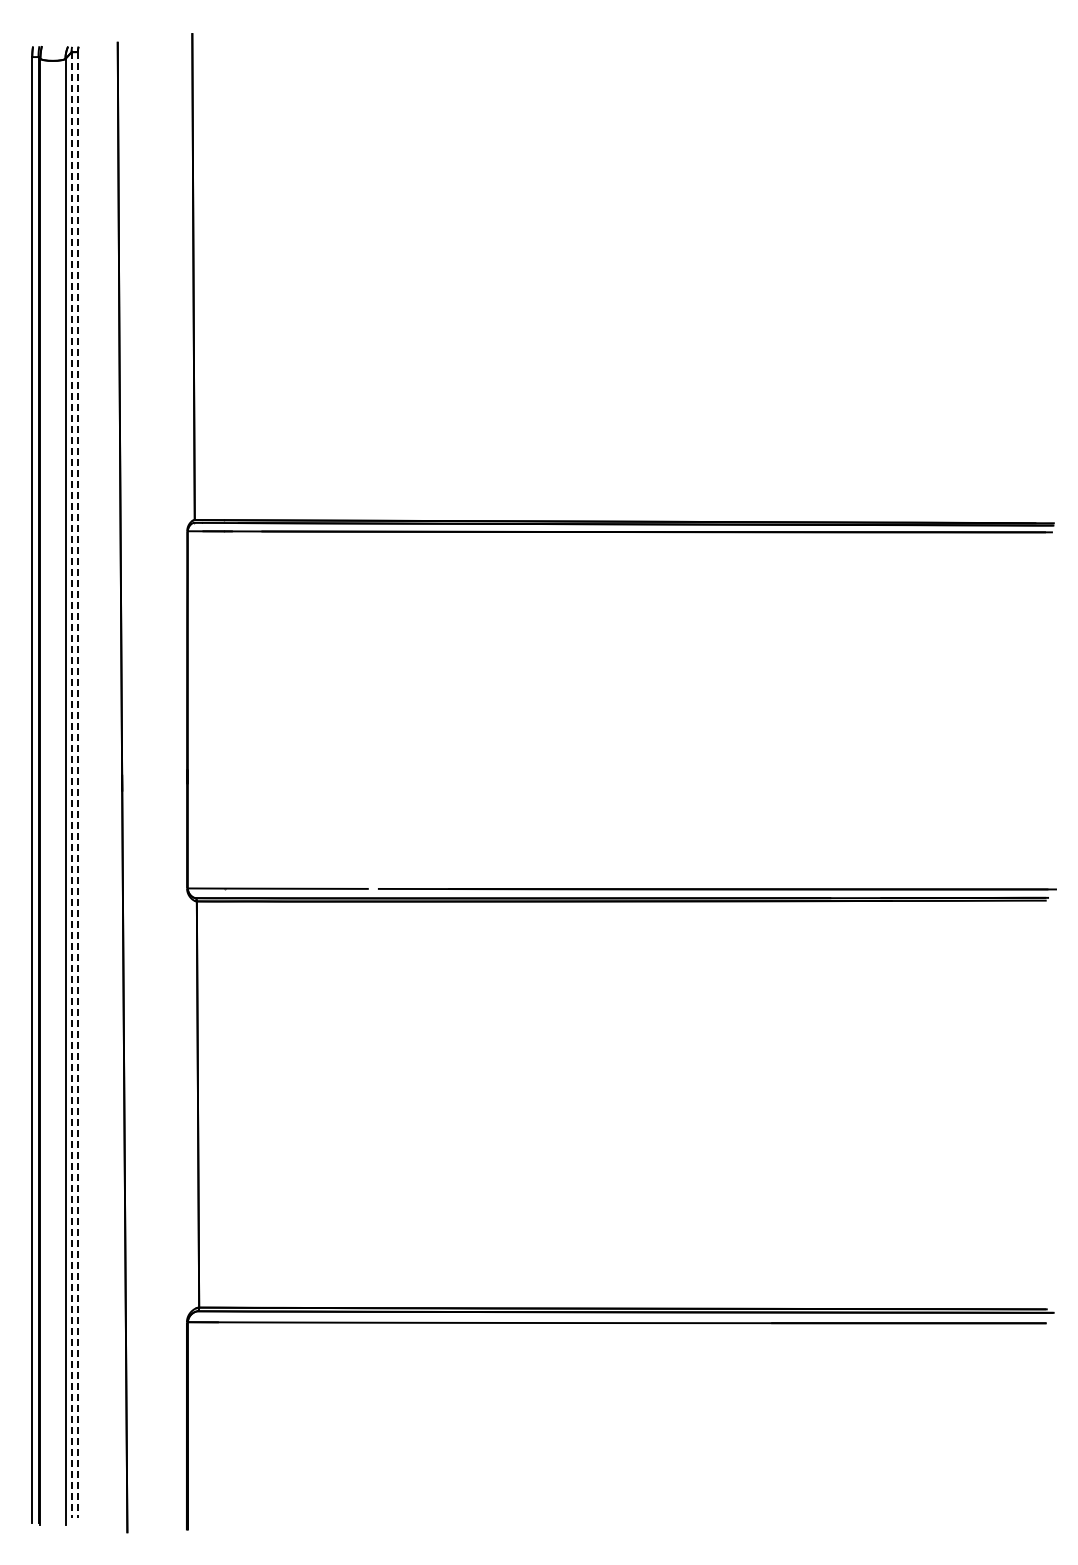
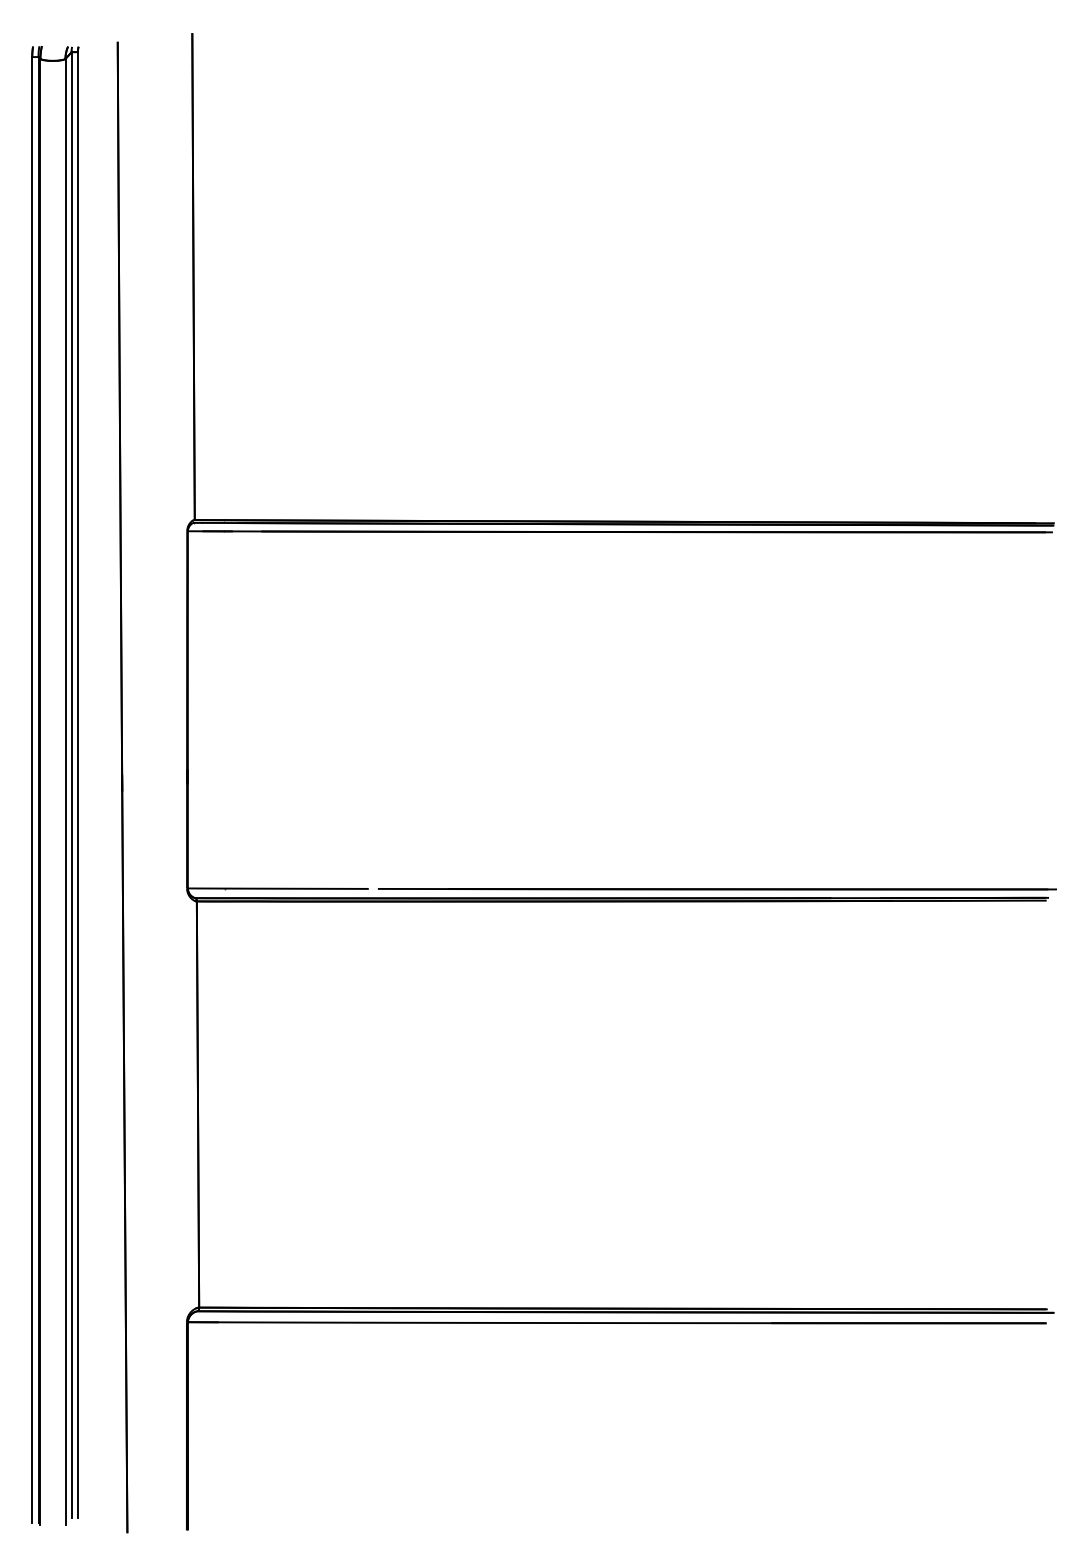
line at (71, 785): dashed -> solid
line at (77, 785): dashed -> solid
